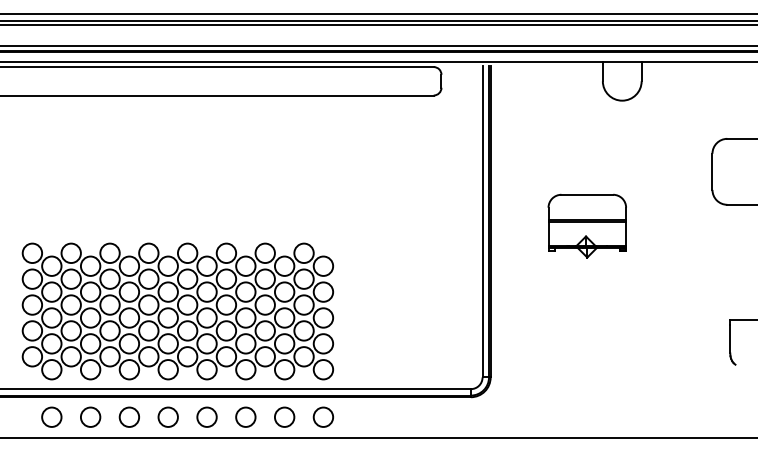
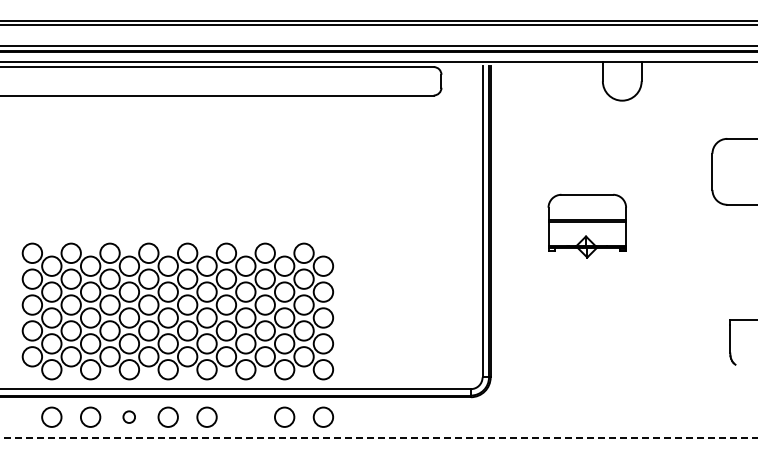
line at (378, 13): present -> none
circle at (128, 416) size: 22x22 px -> 14x14 px
circle at (245, 416): present -> none
line at (379, 438): solid -> dashed
